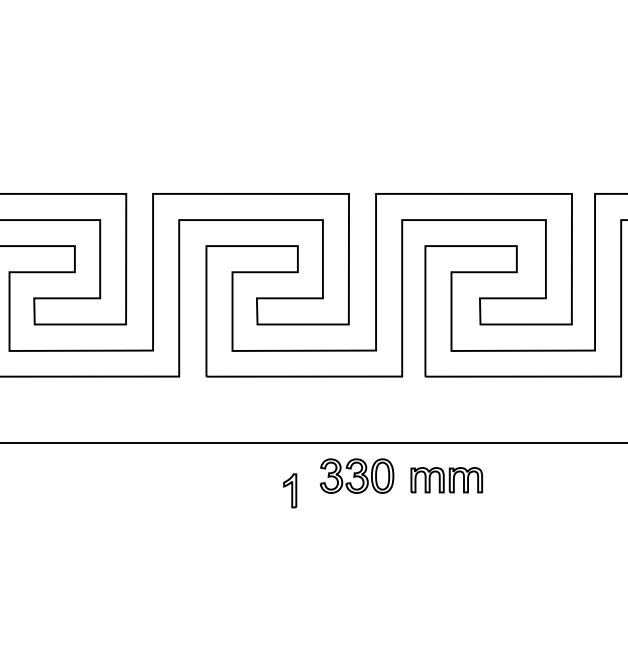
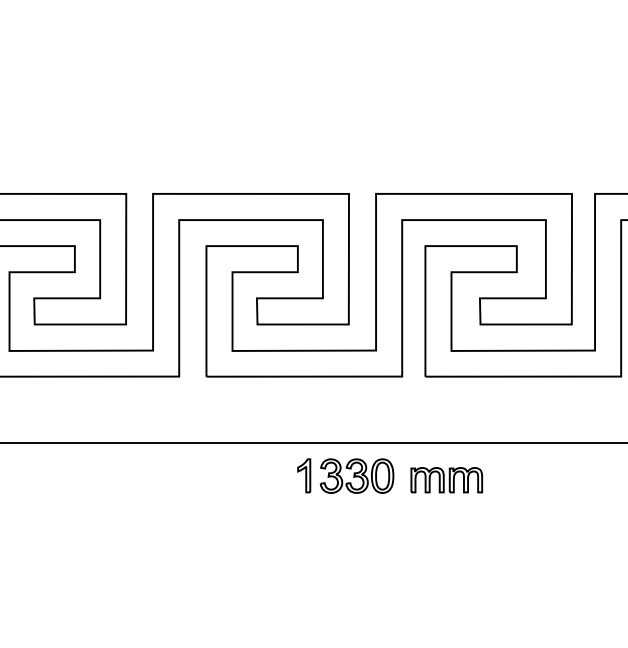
part at (290, 490) position: (290, 490) -> (304, 475)
